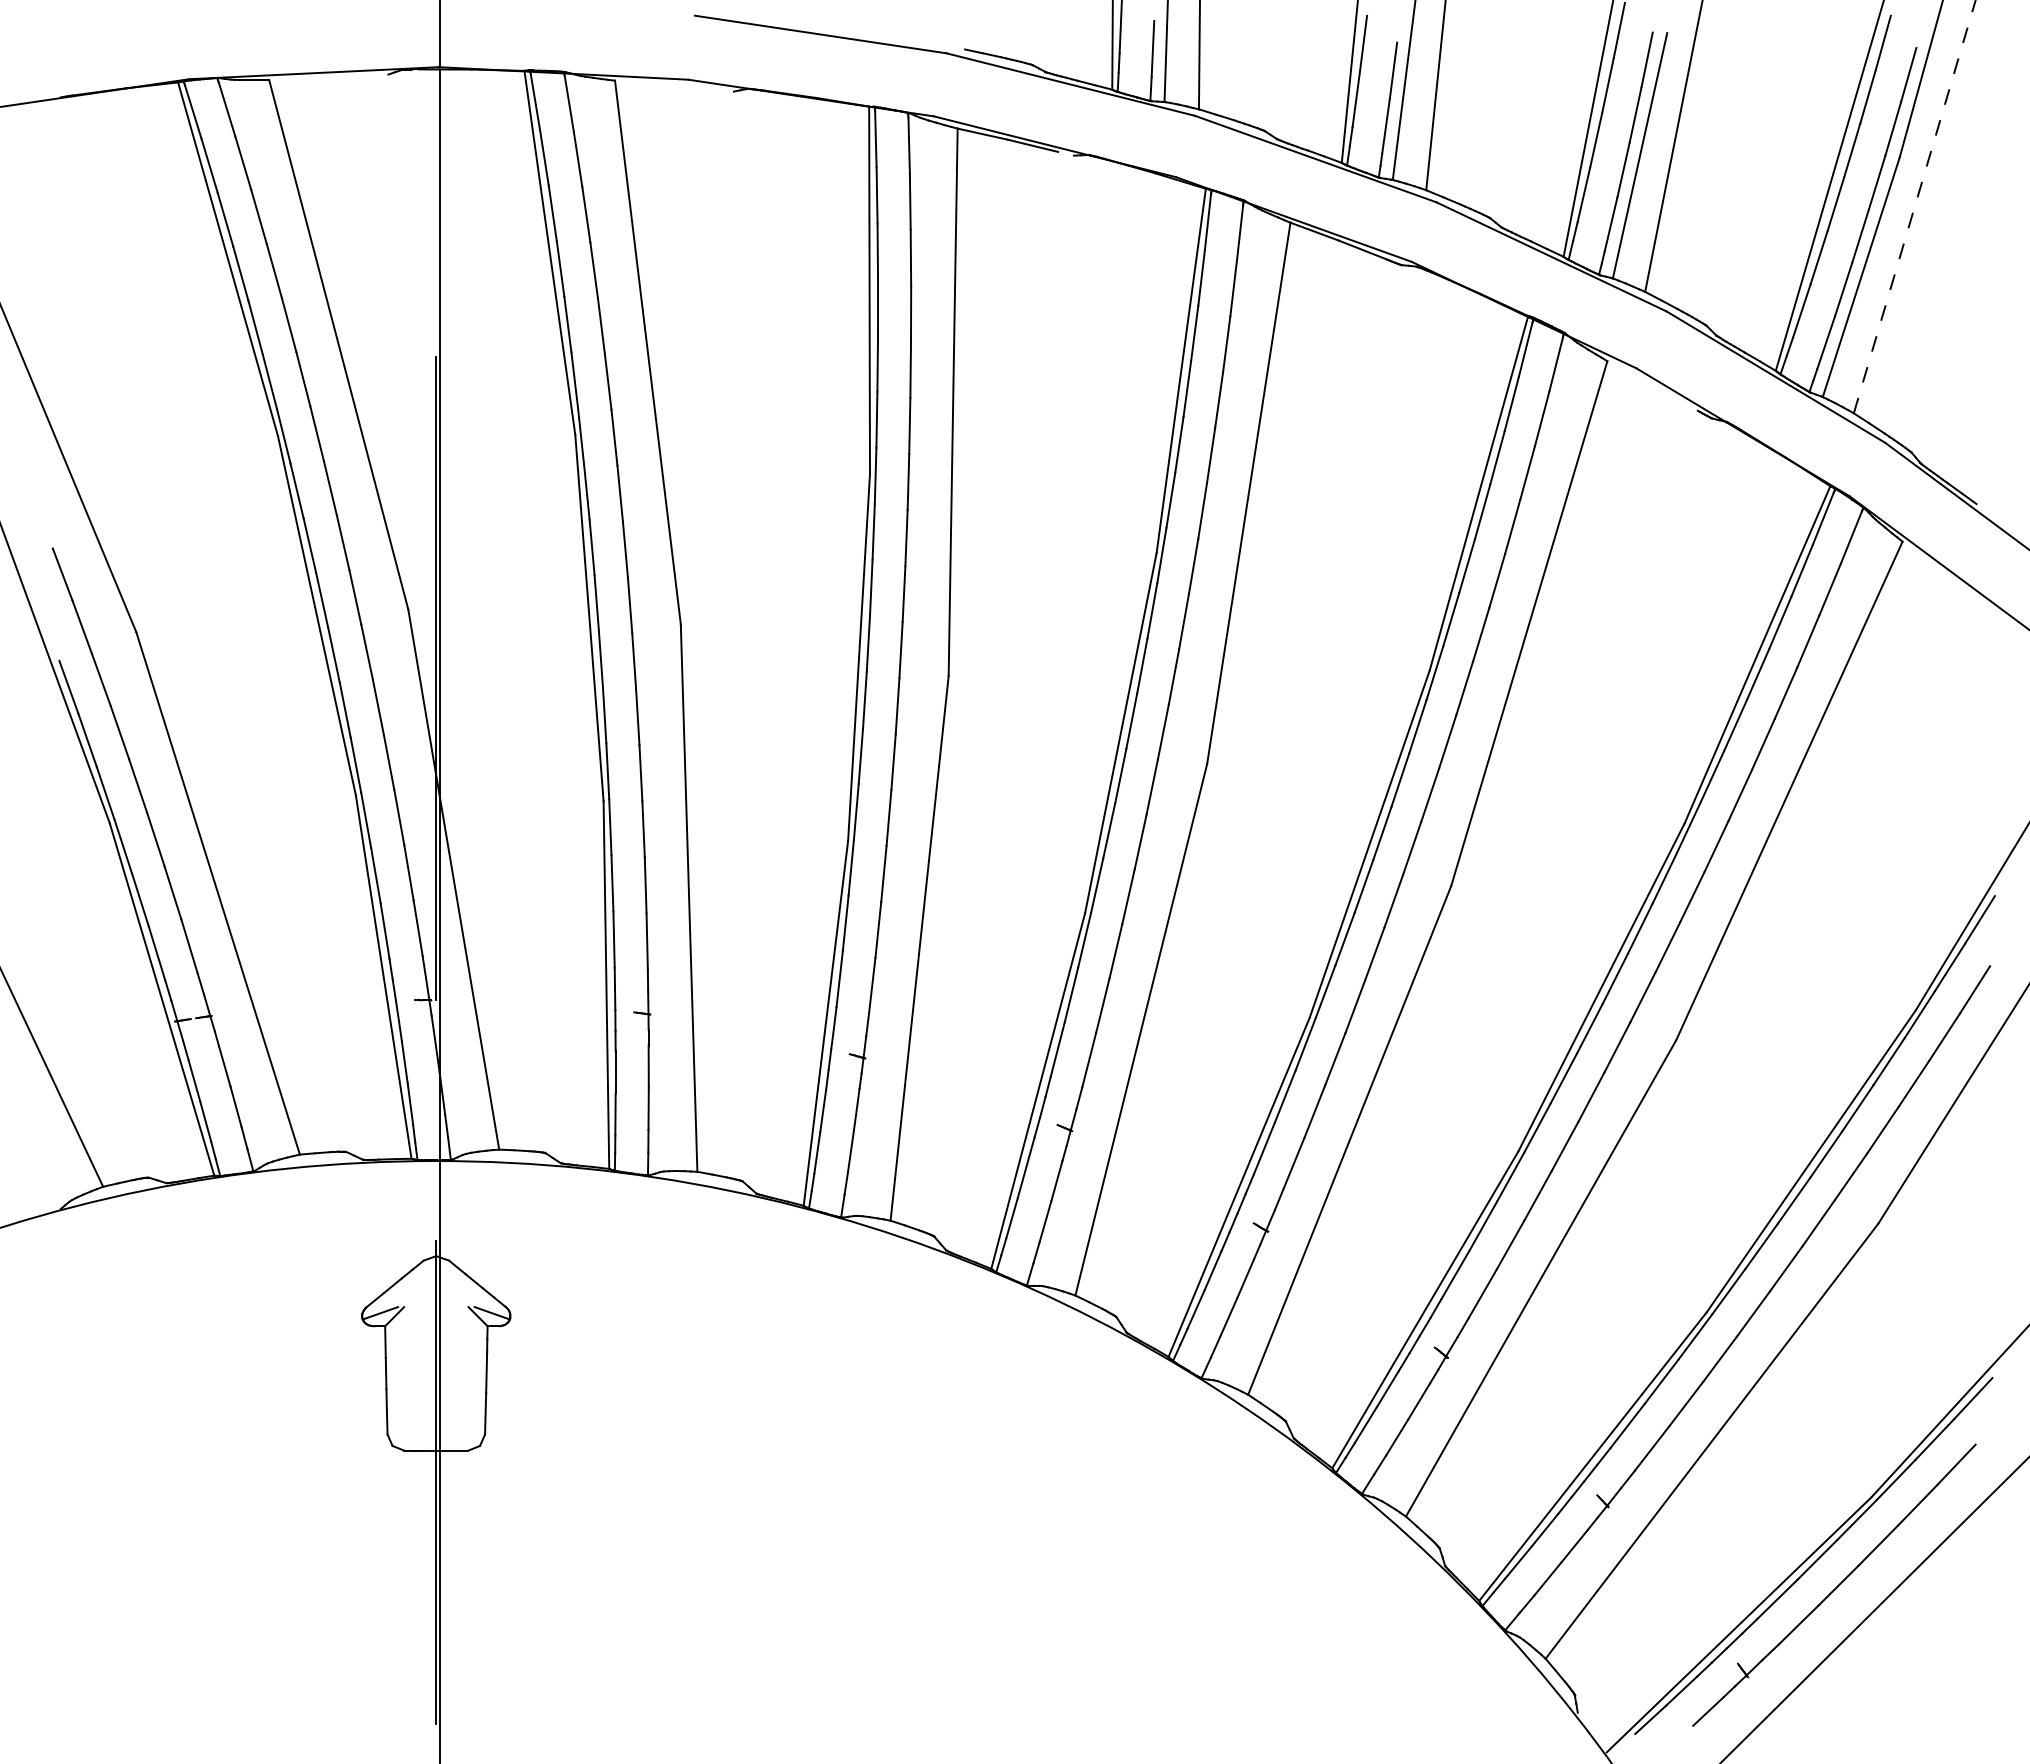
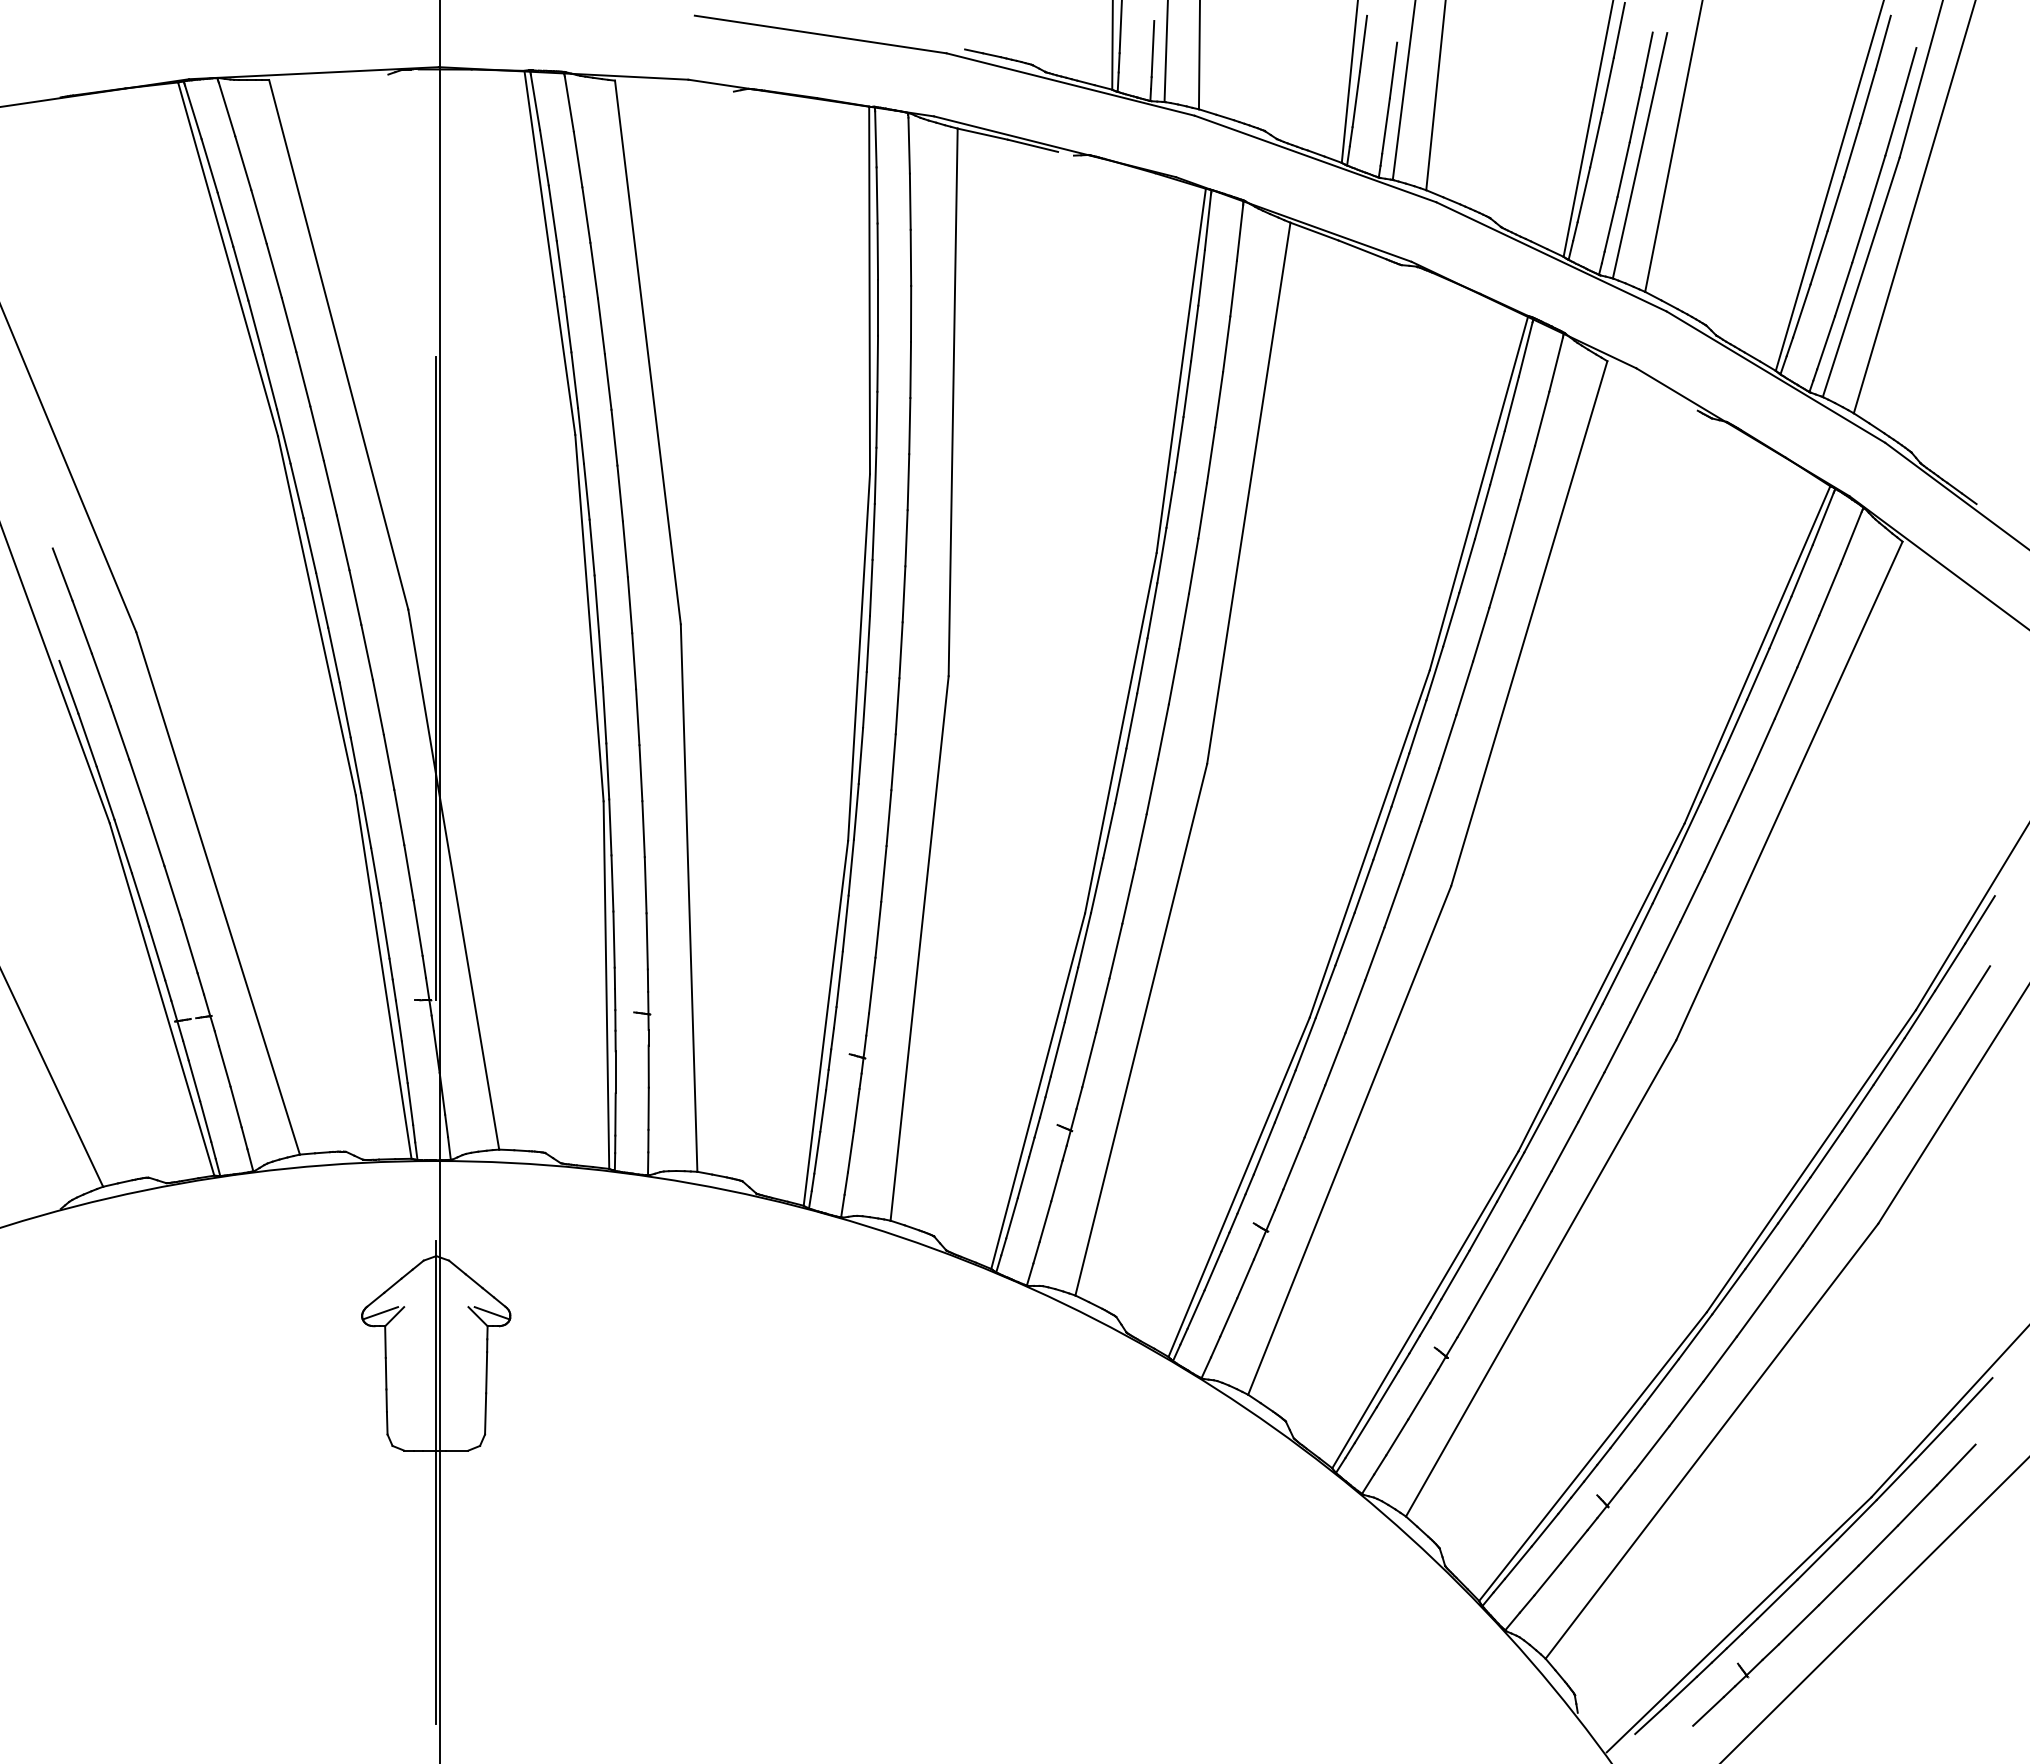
line at (1914, 206): dashed -> solid
